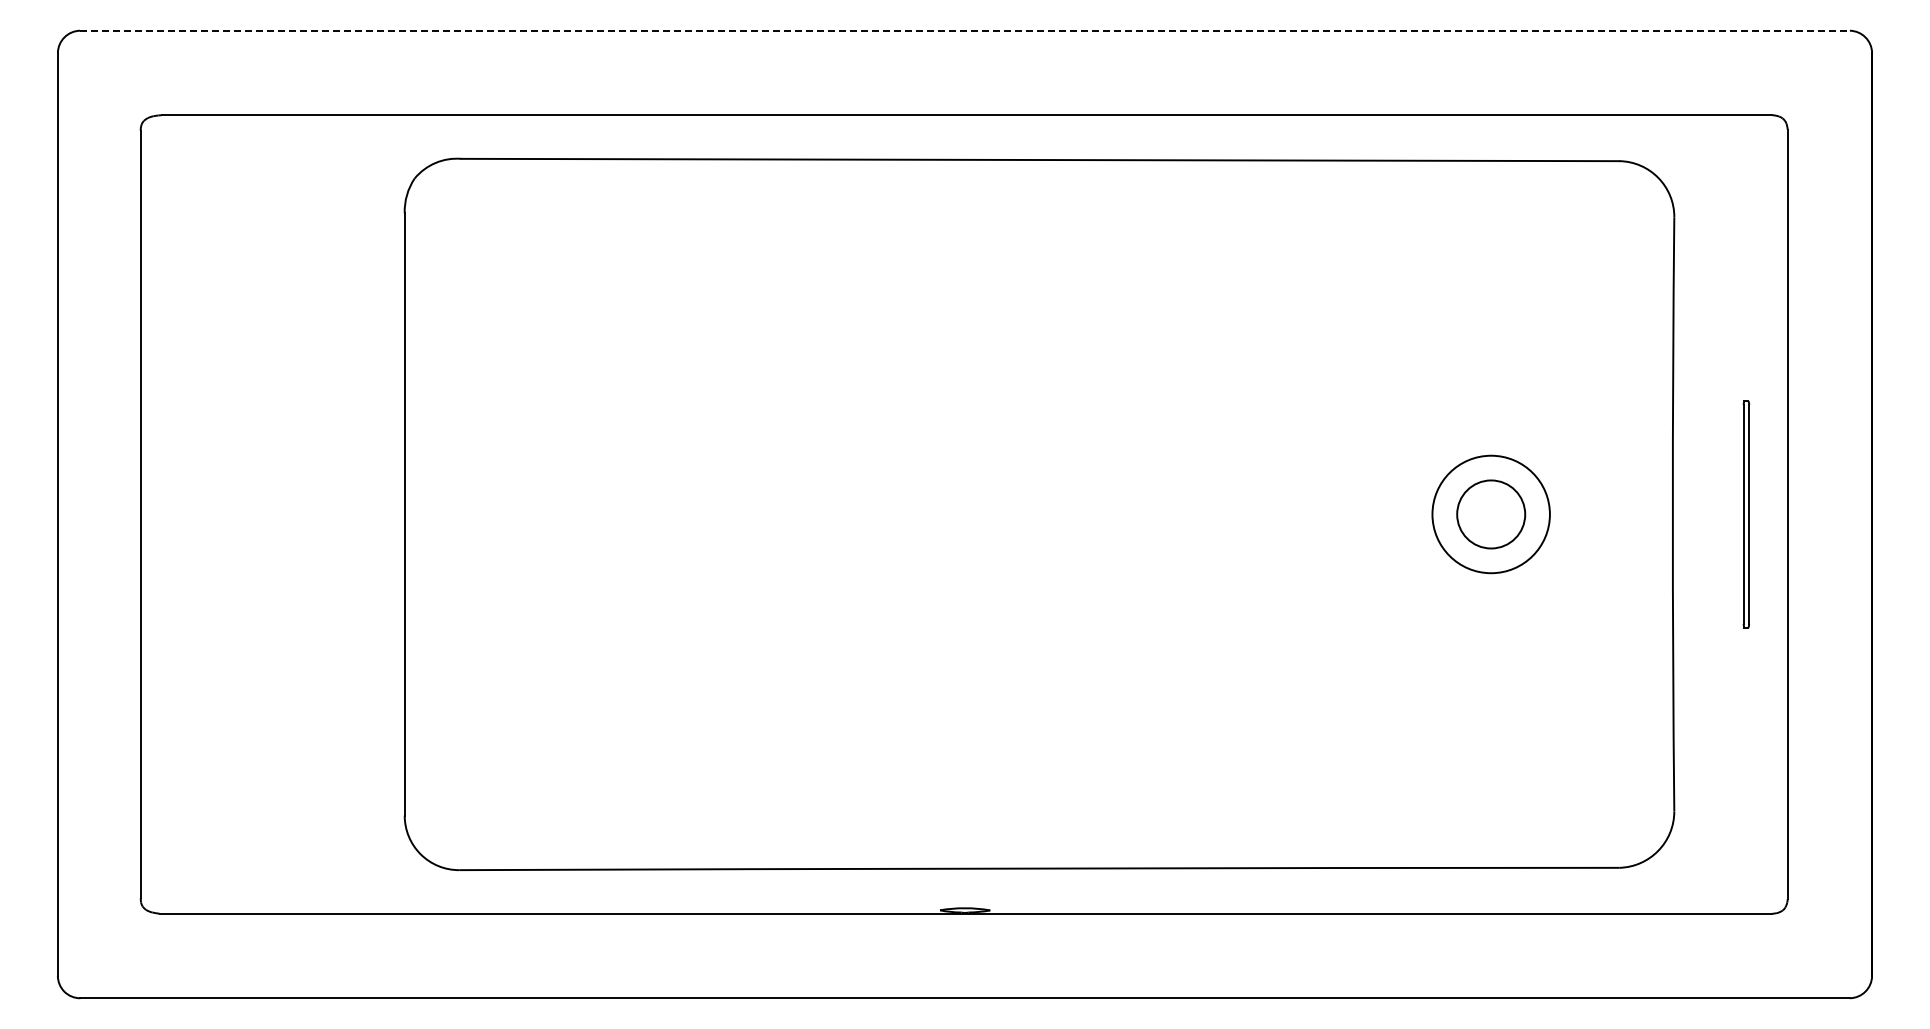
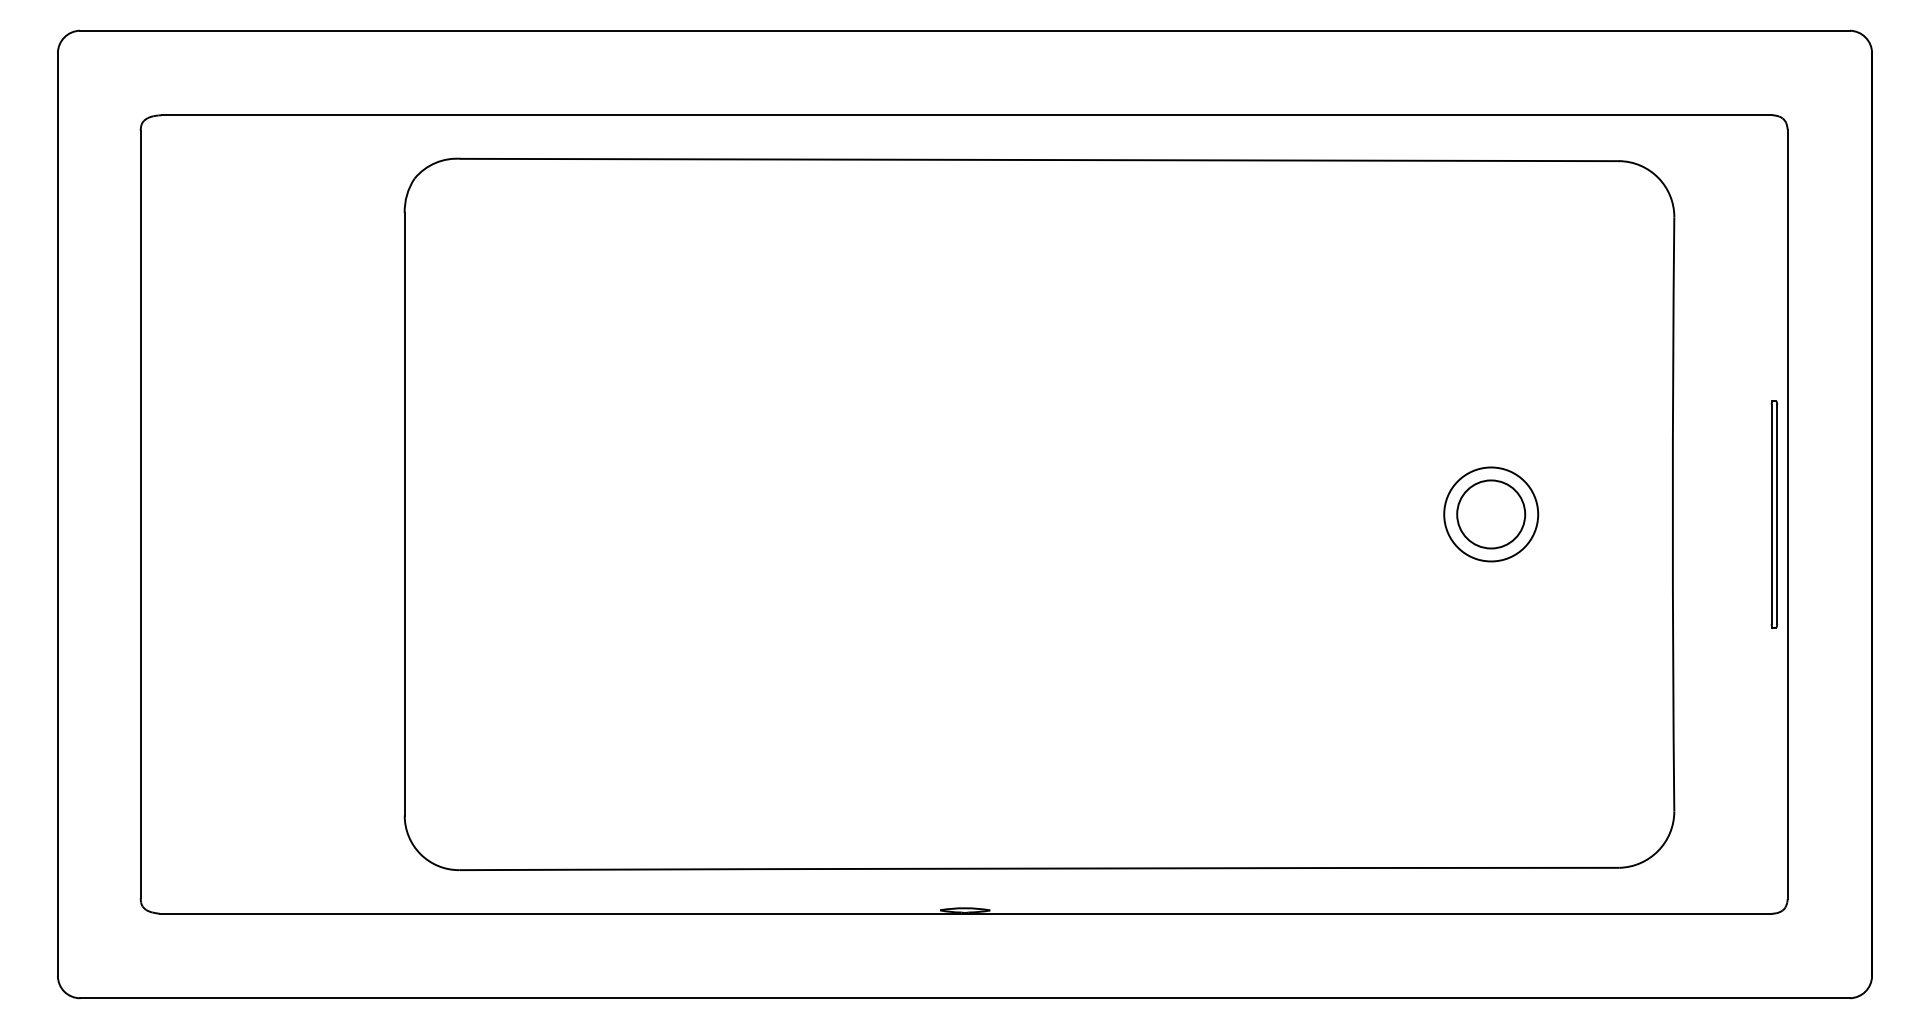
line at (964, 30): dashed -> solid
circle at (1490, 514) diameter: 117 px -> 94 px
part at (1746, 514) position: (1746, 514) -> (1774, 514)
